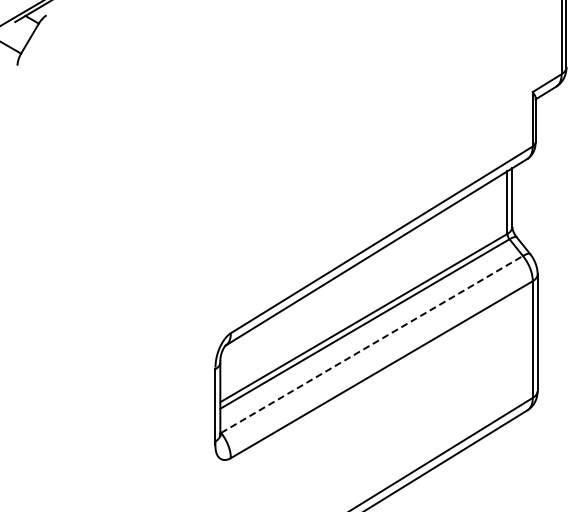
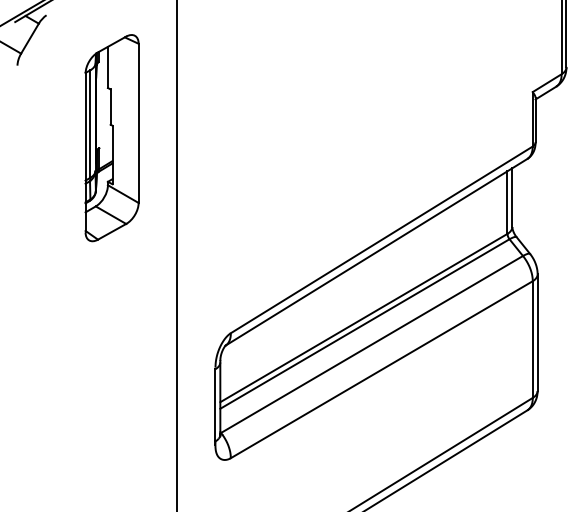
part at (111, 138): none -> present
line at (176, 255): none -> present
line at (372, 344): dashed -> solid
